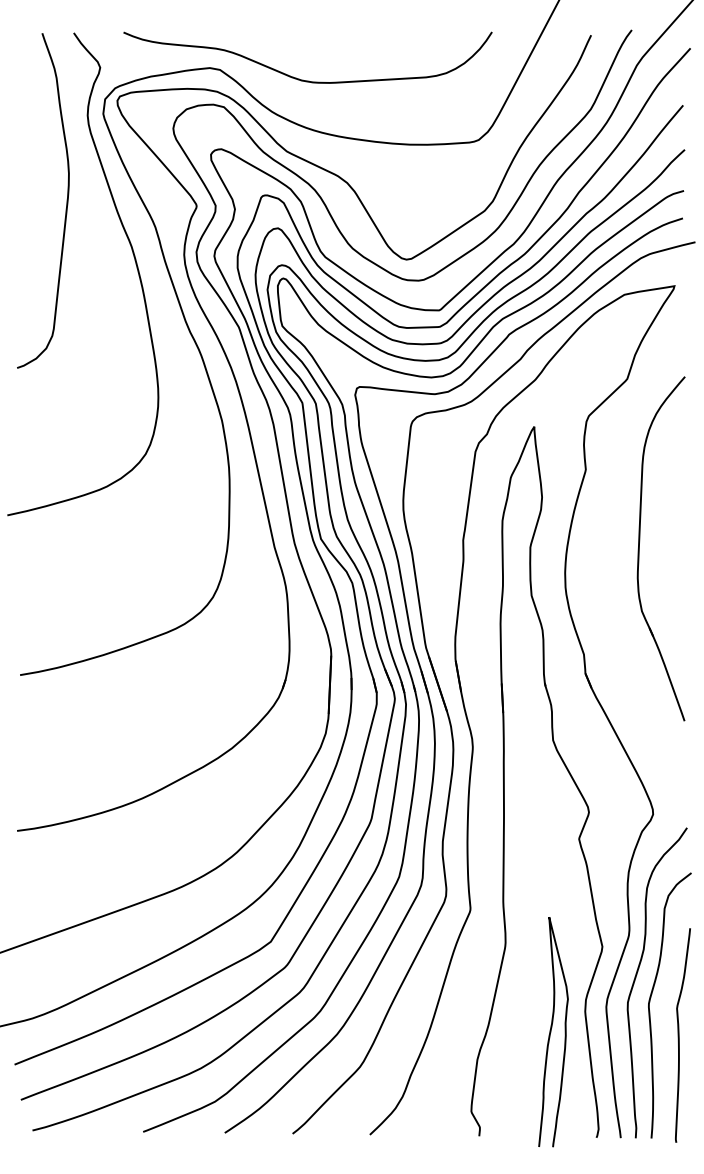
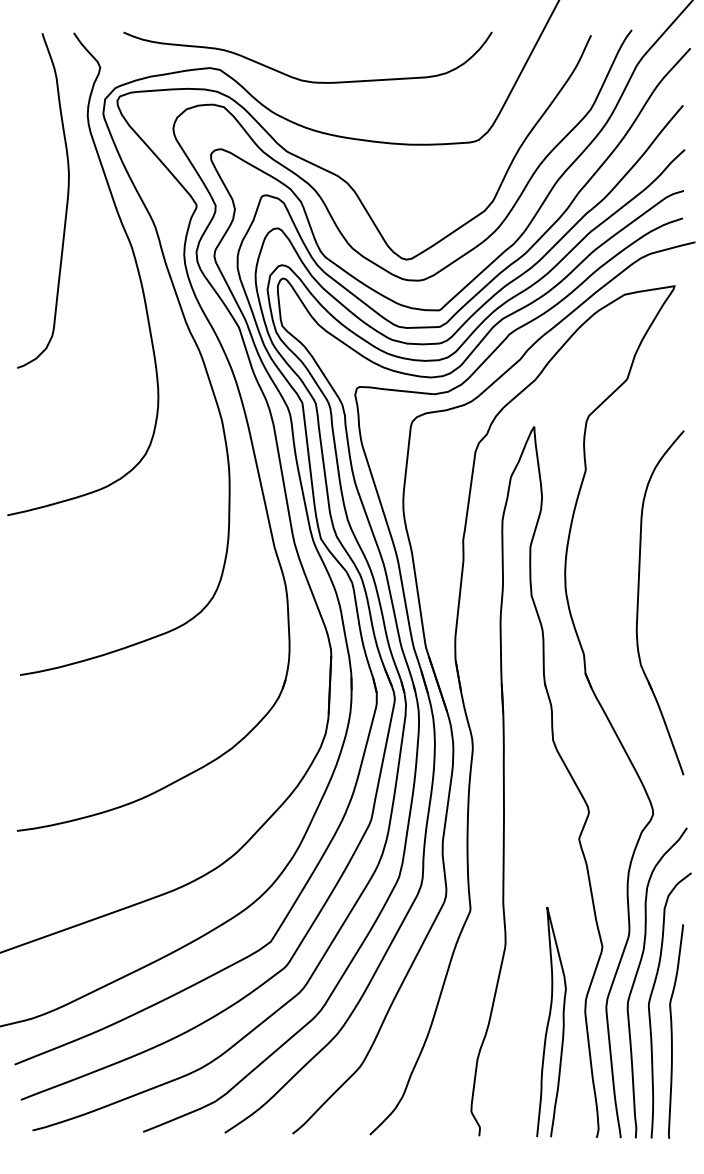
part at (639, 548) position: (639, 548) -> (638, 602)
curve at (551, 1032) position: (551, 1032) -> (549, 1022)
curve at (679, 1035) position: (679, 1035) -> (672, 1031)
